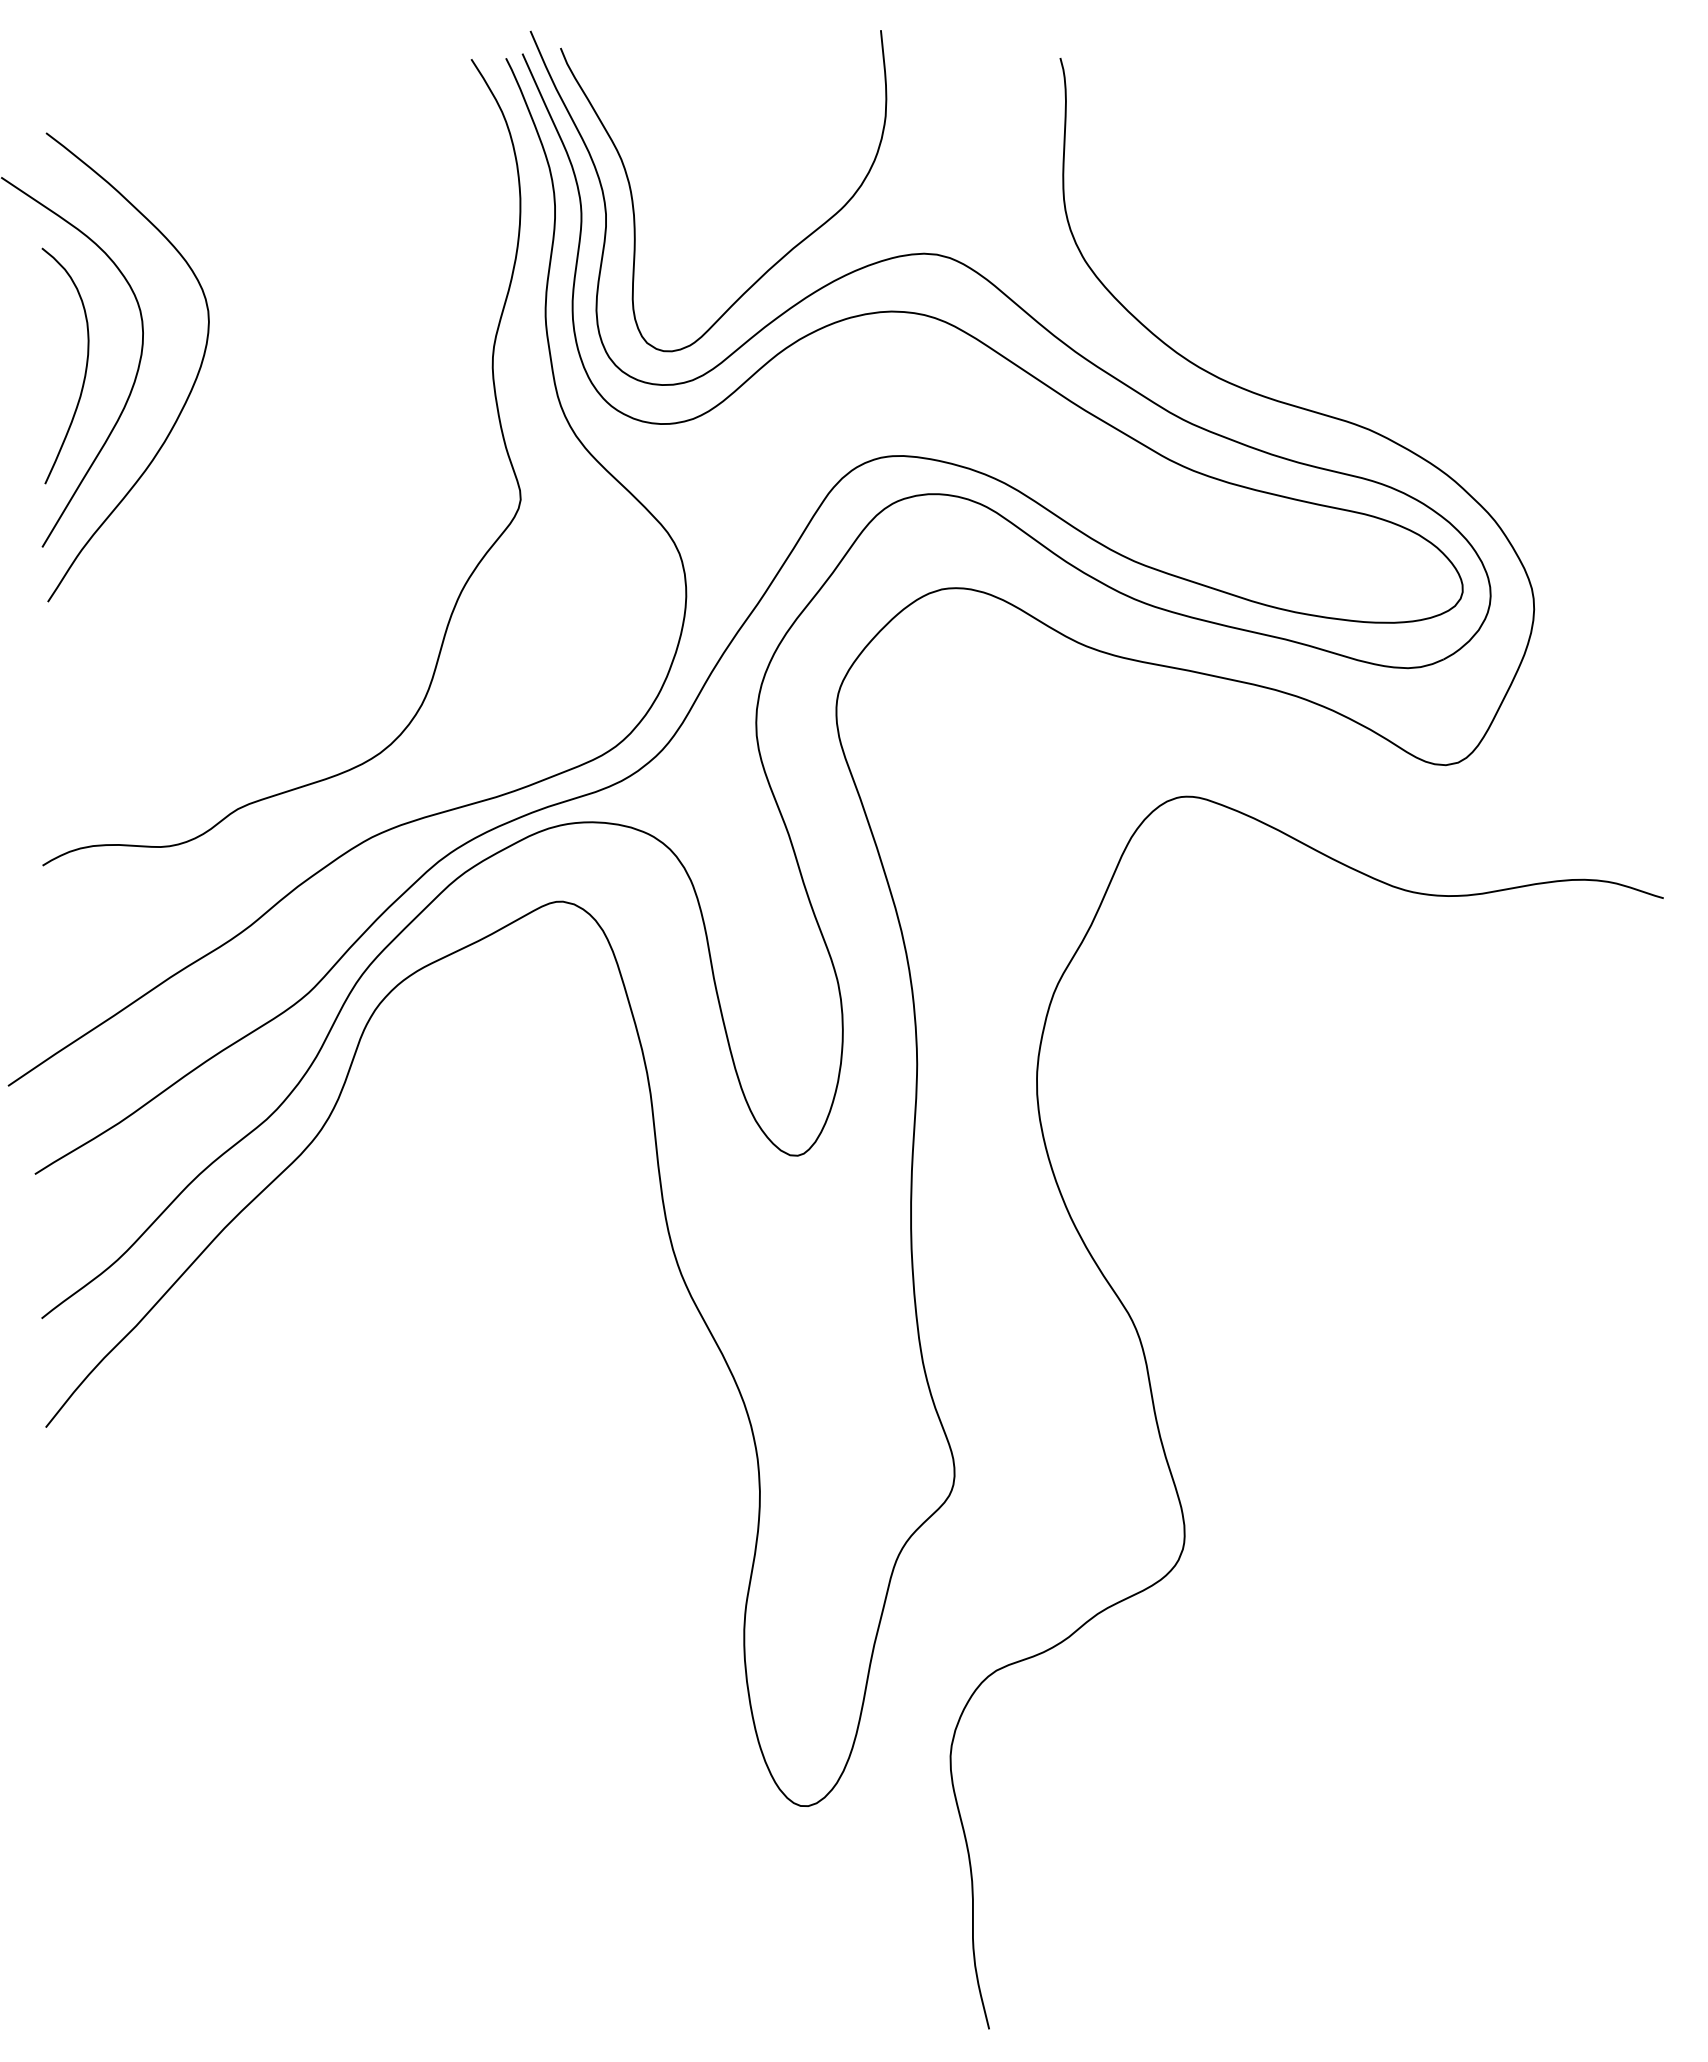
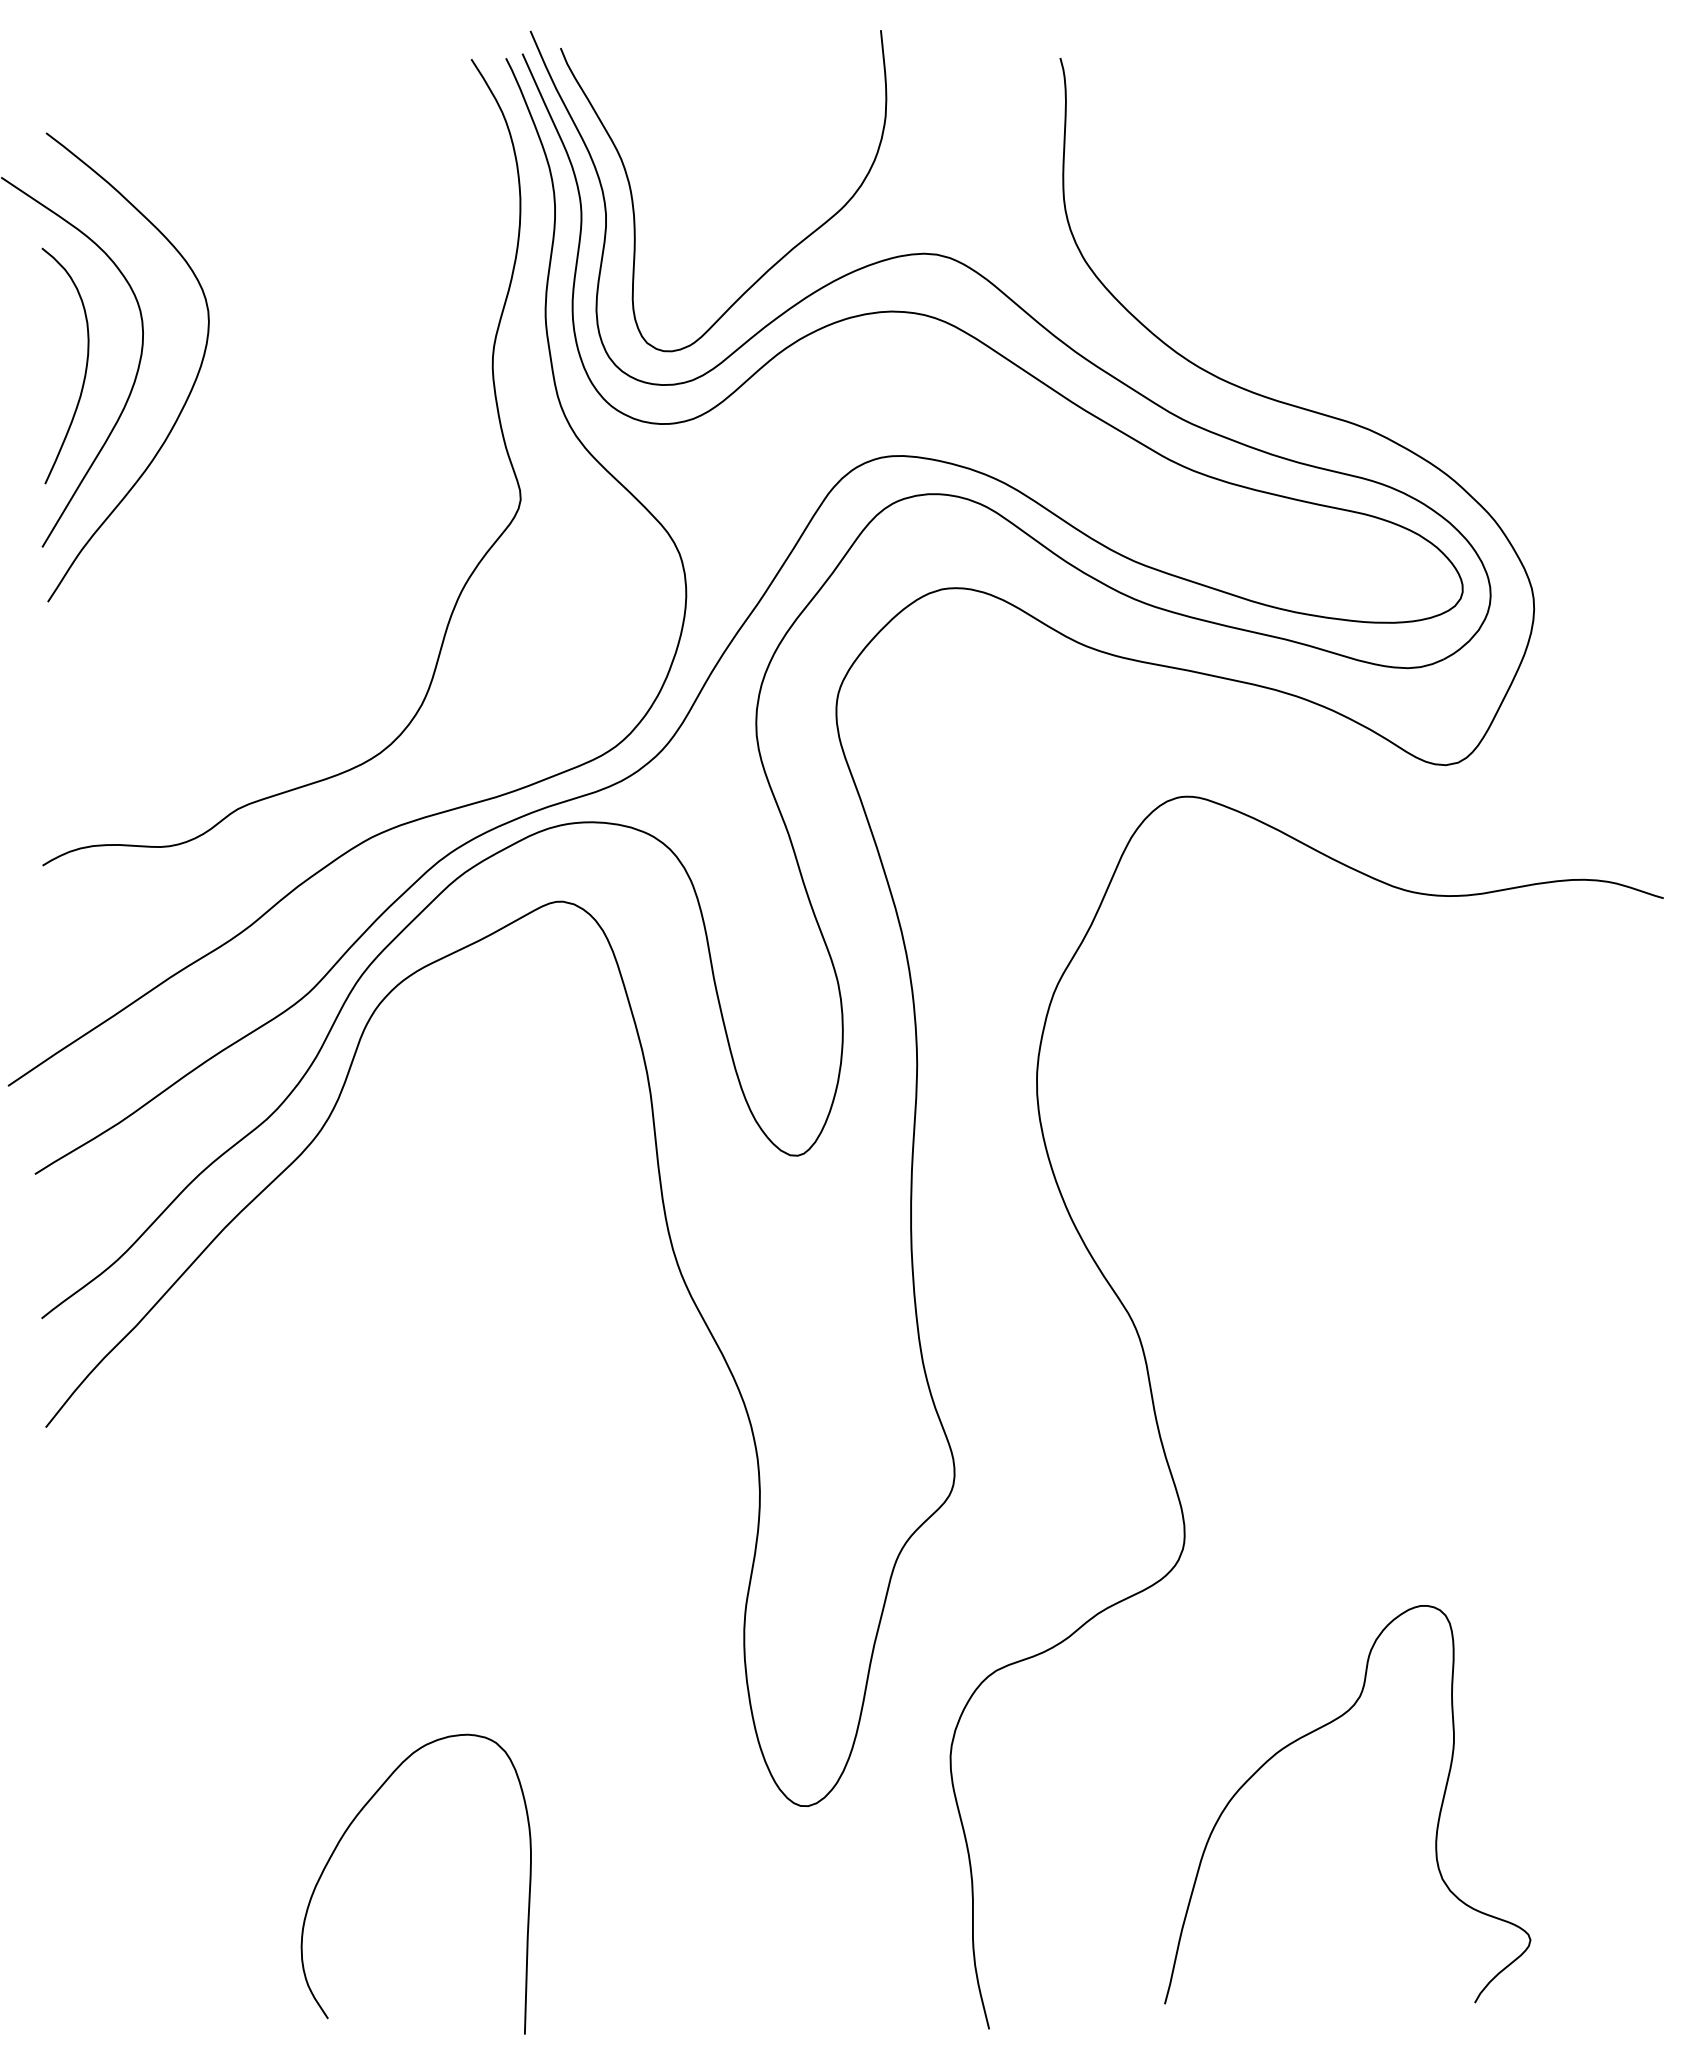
curve at (1311, 1733): none -> present
curve at (341, 1840): none -> present
